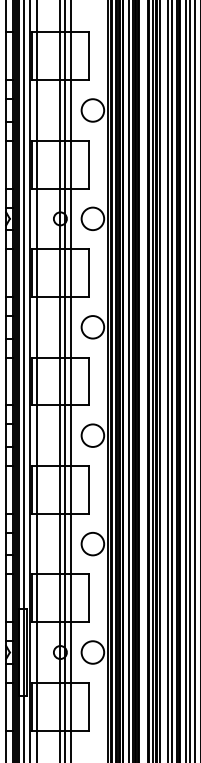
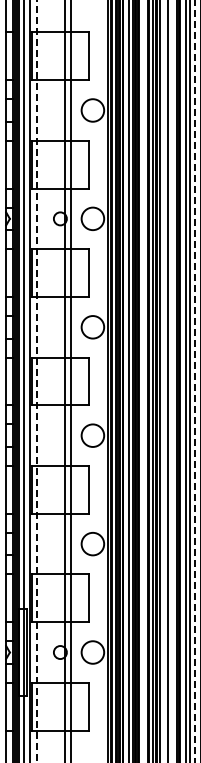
line at (60, 380): present -> none
line at (172, 380): present -> none
line at (36, 381): solid -> dashed
line at (194, 381): solid -> dashed
